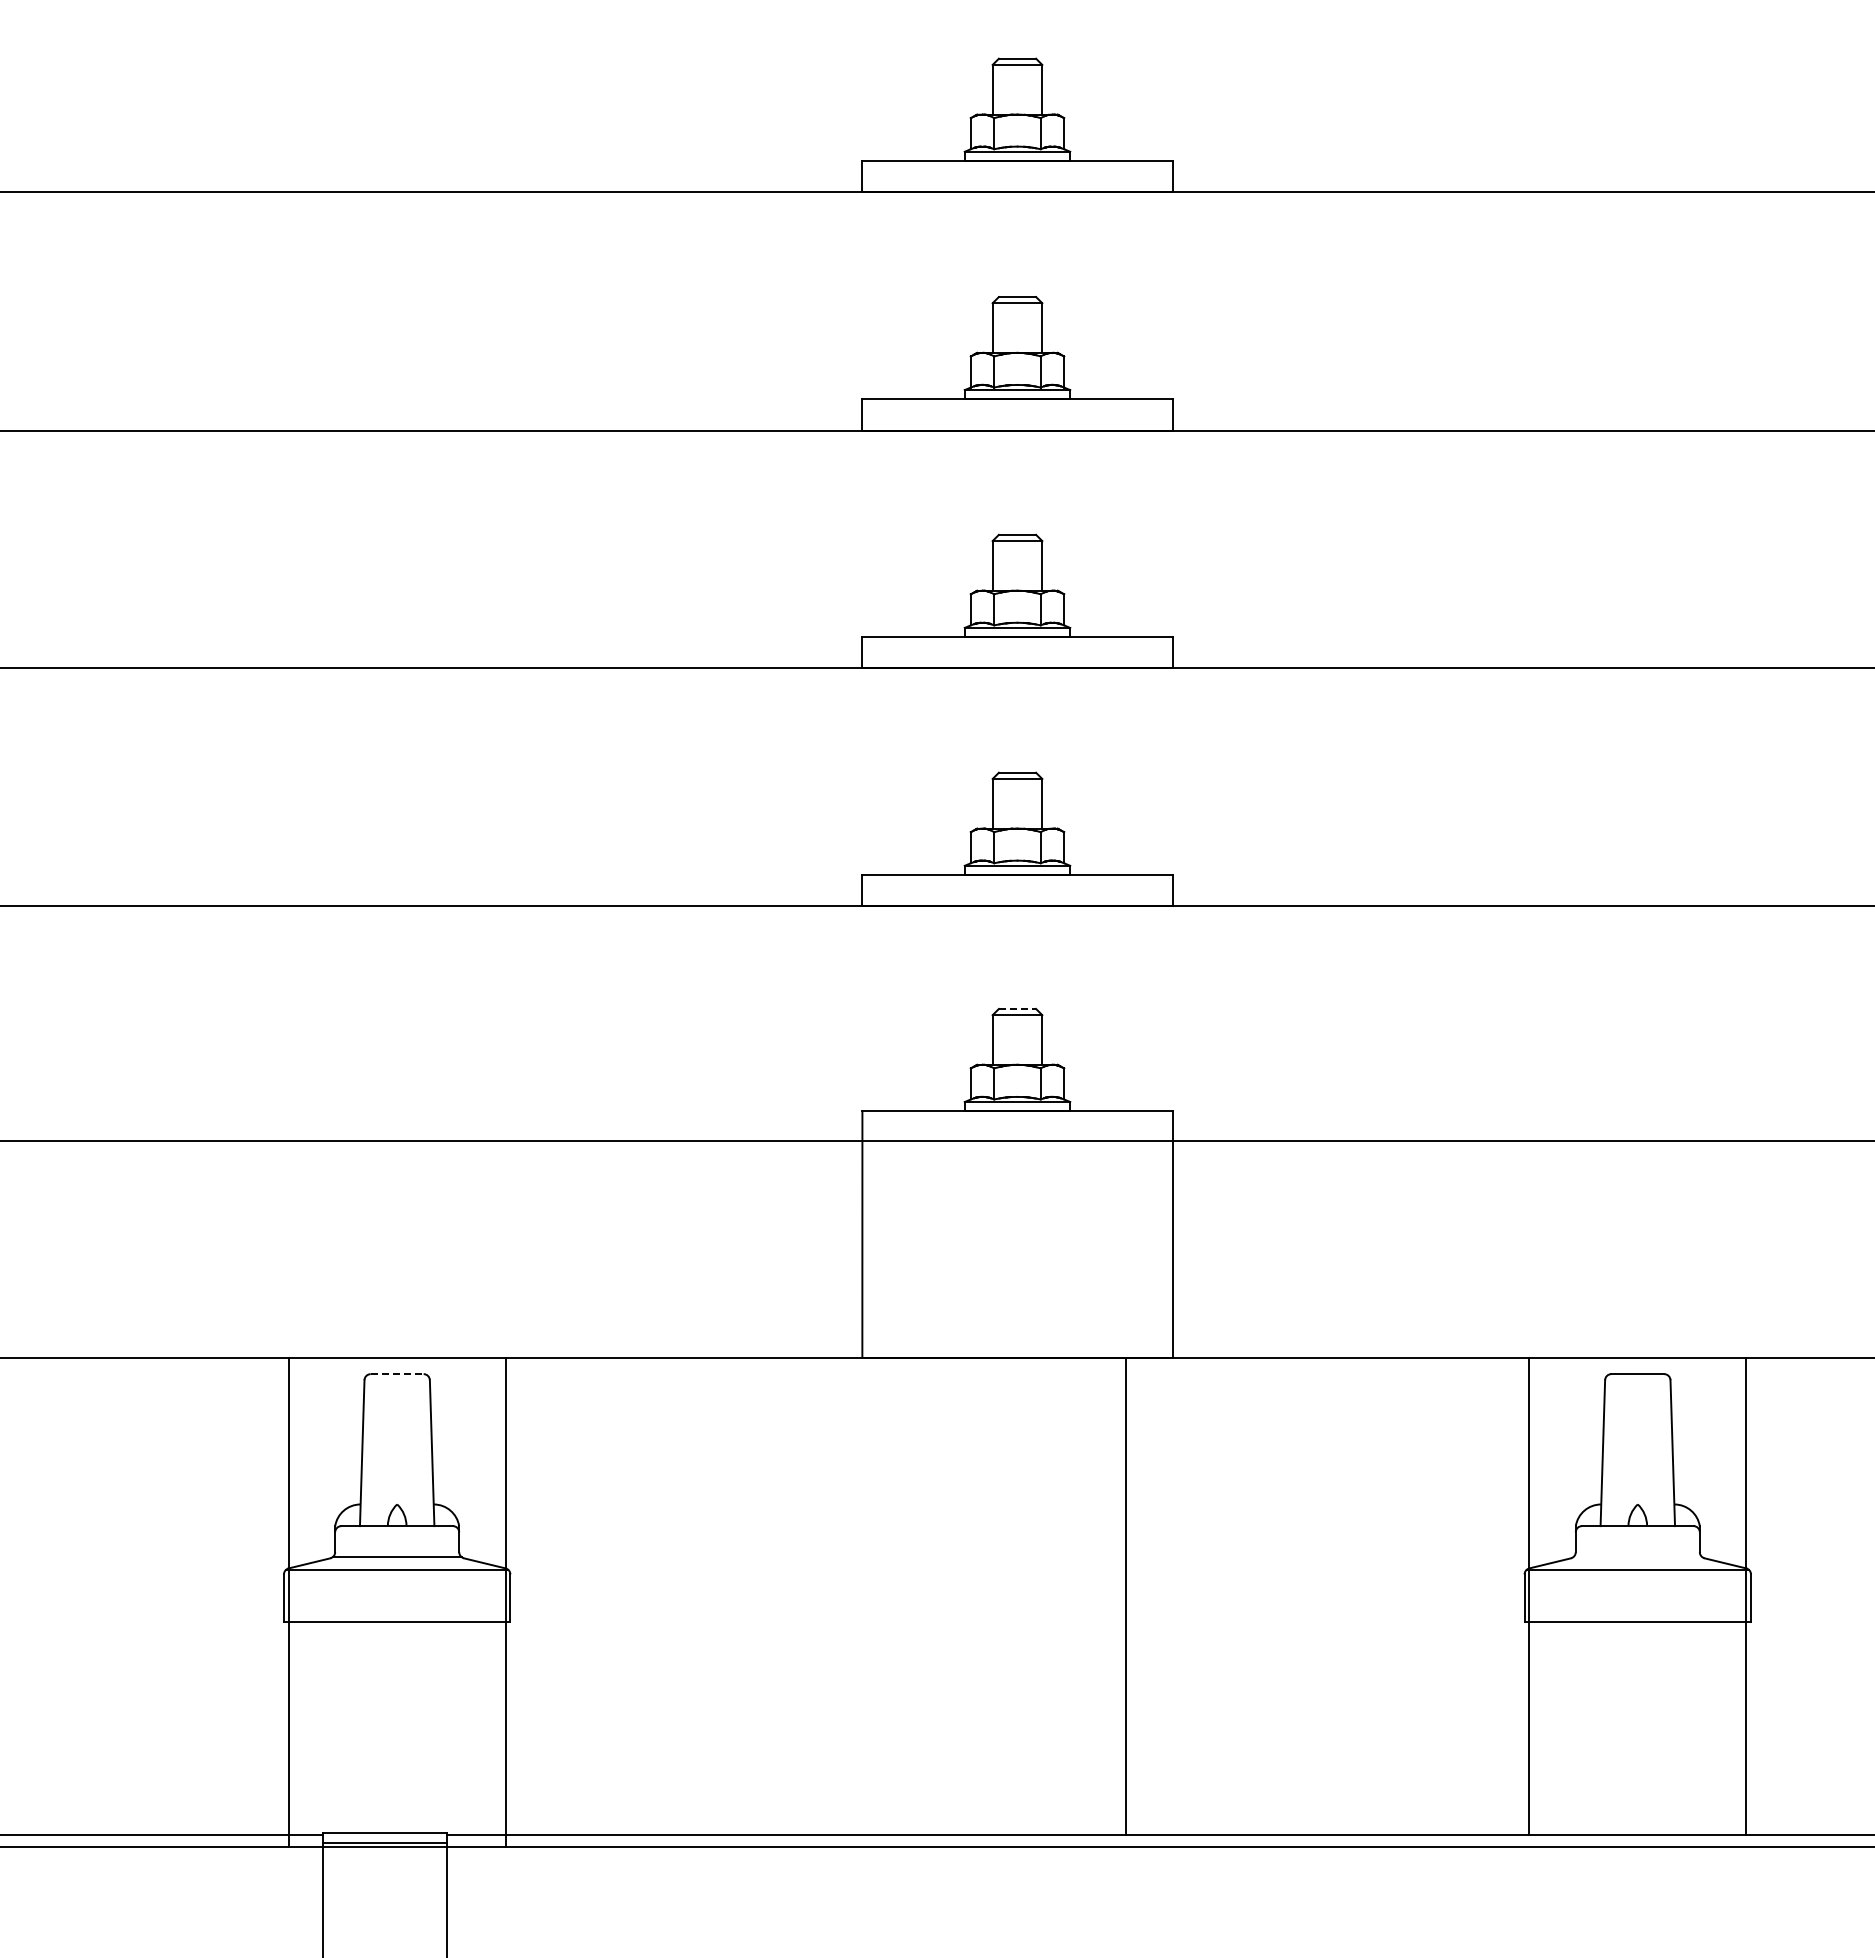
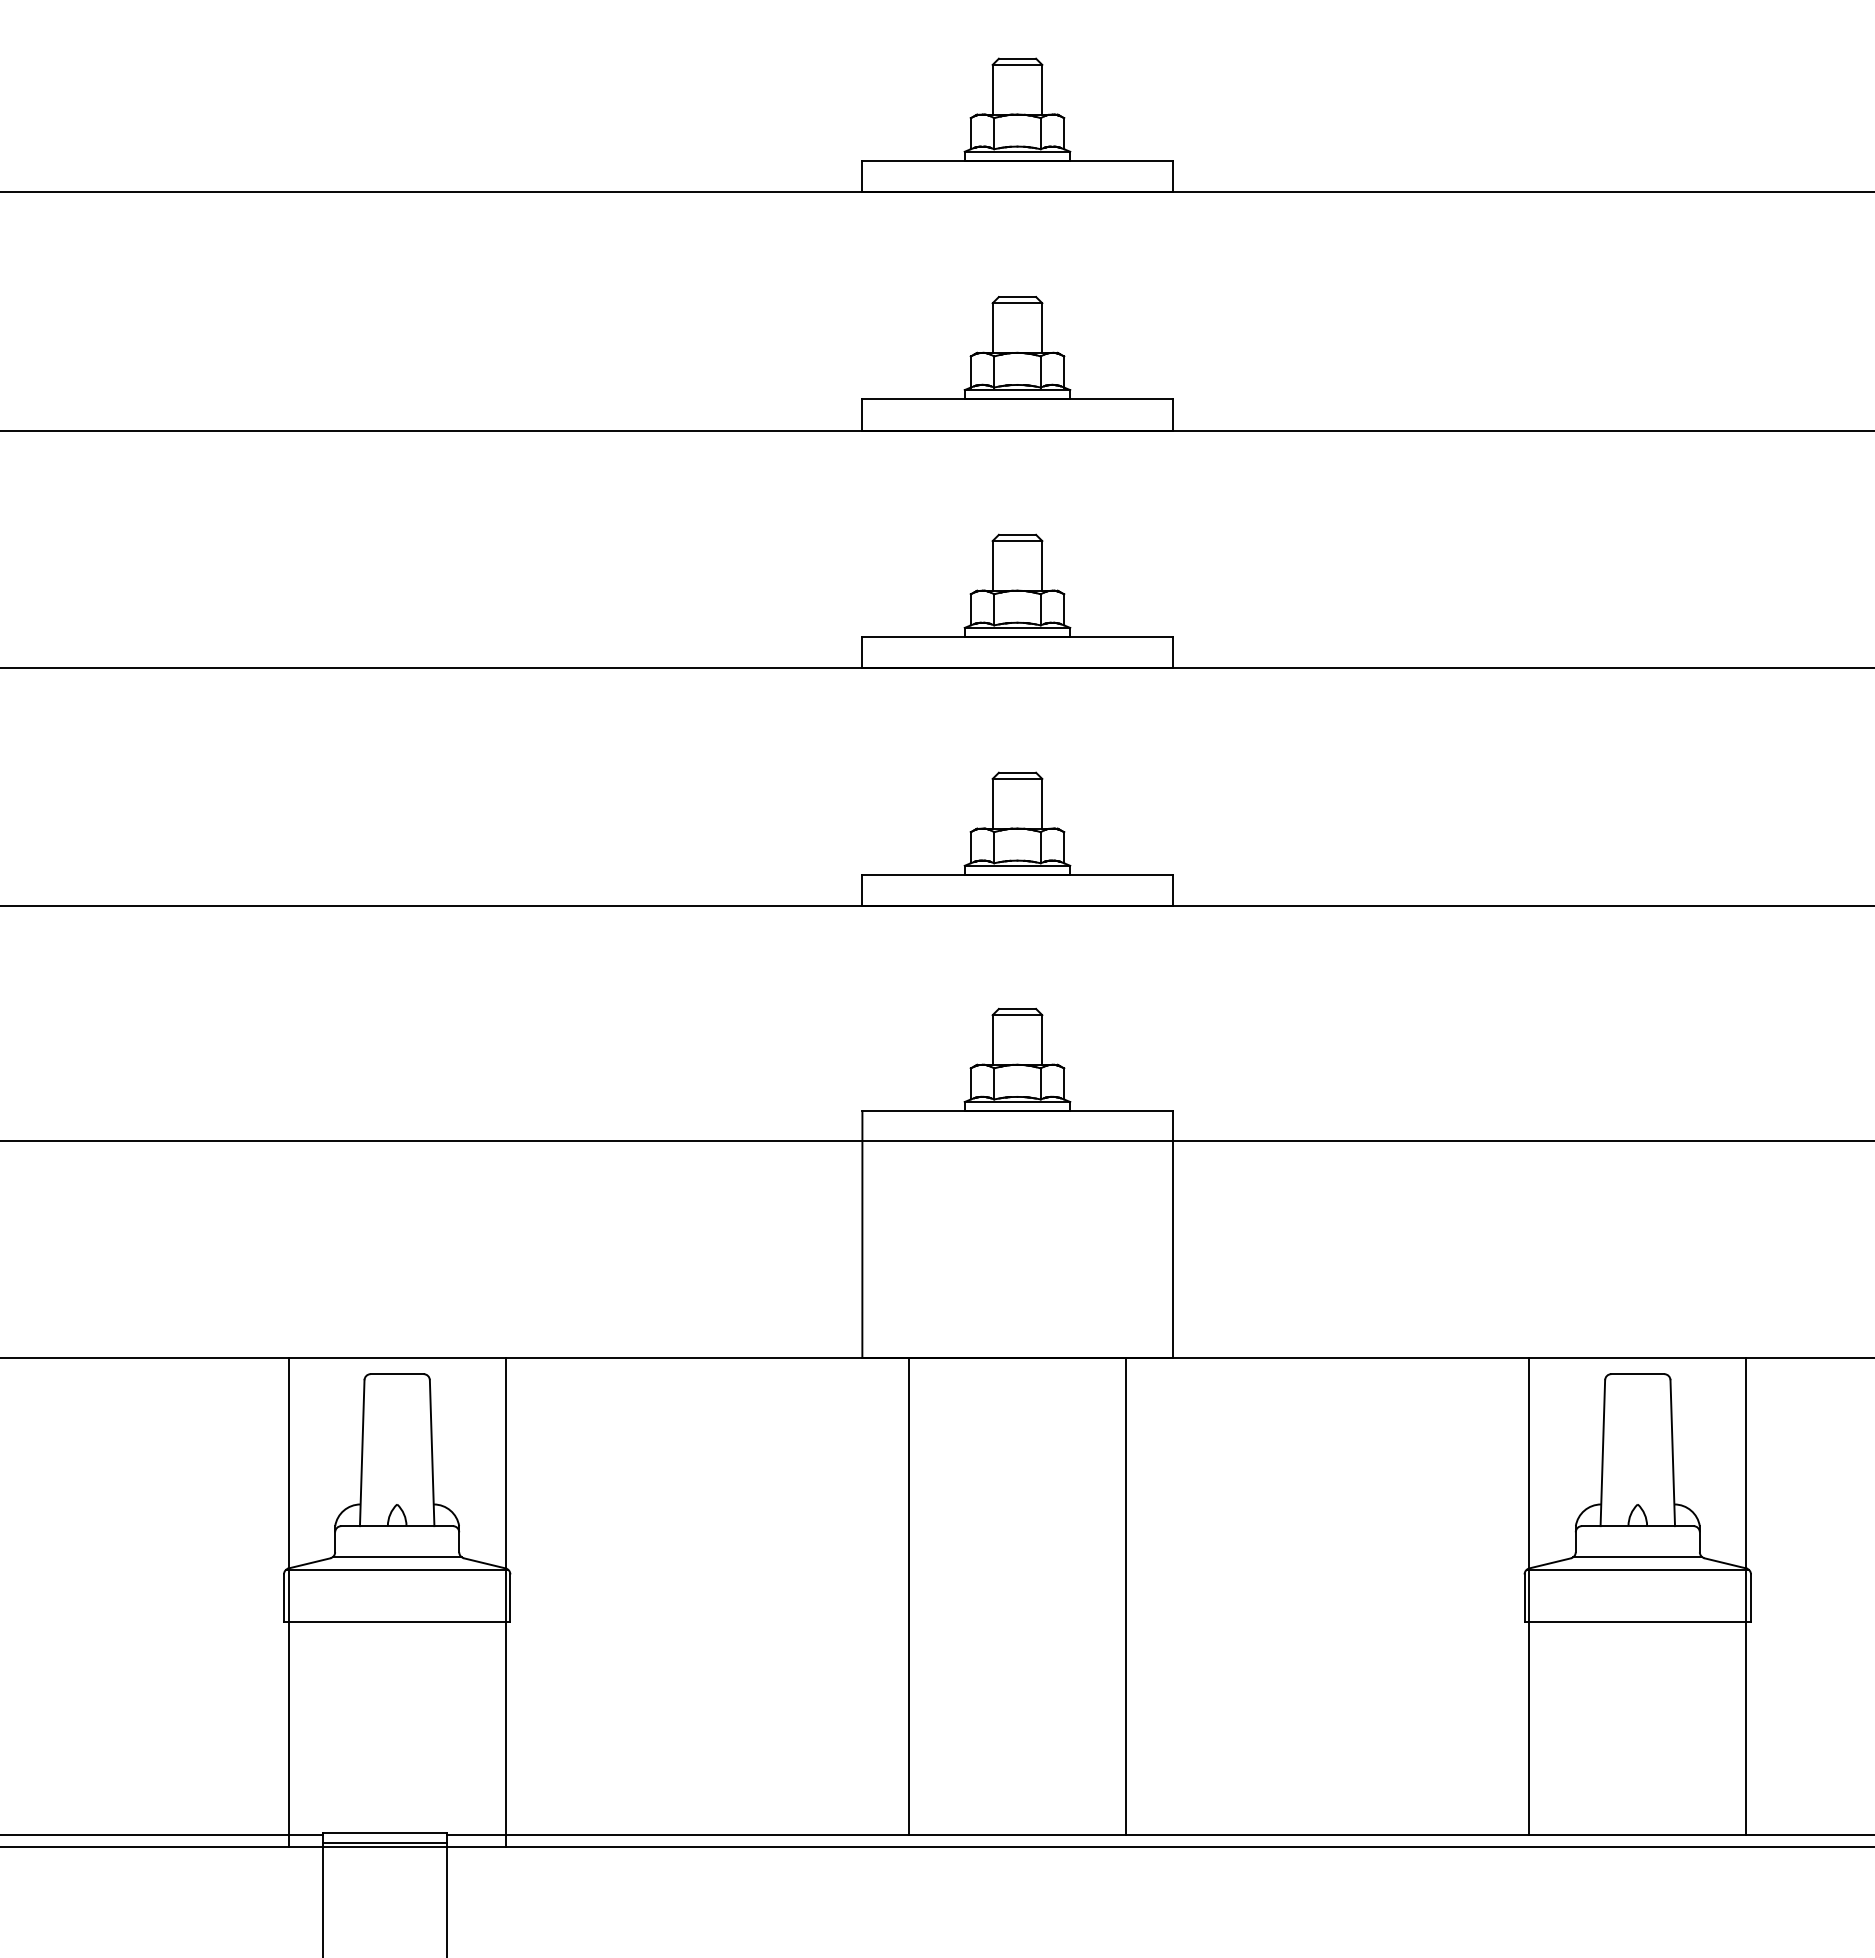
line at (1017, 1008): dashed -> solid
line at (397, 1374): dashed -> solid
line at (1637, 1557): none -> present
line at (908, 1595): none -> present
